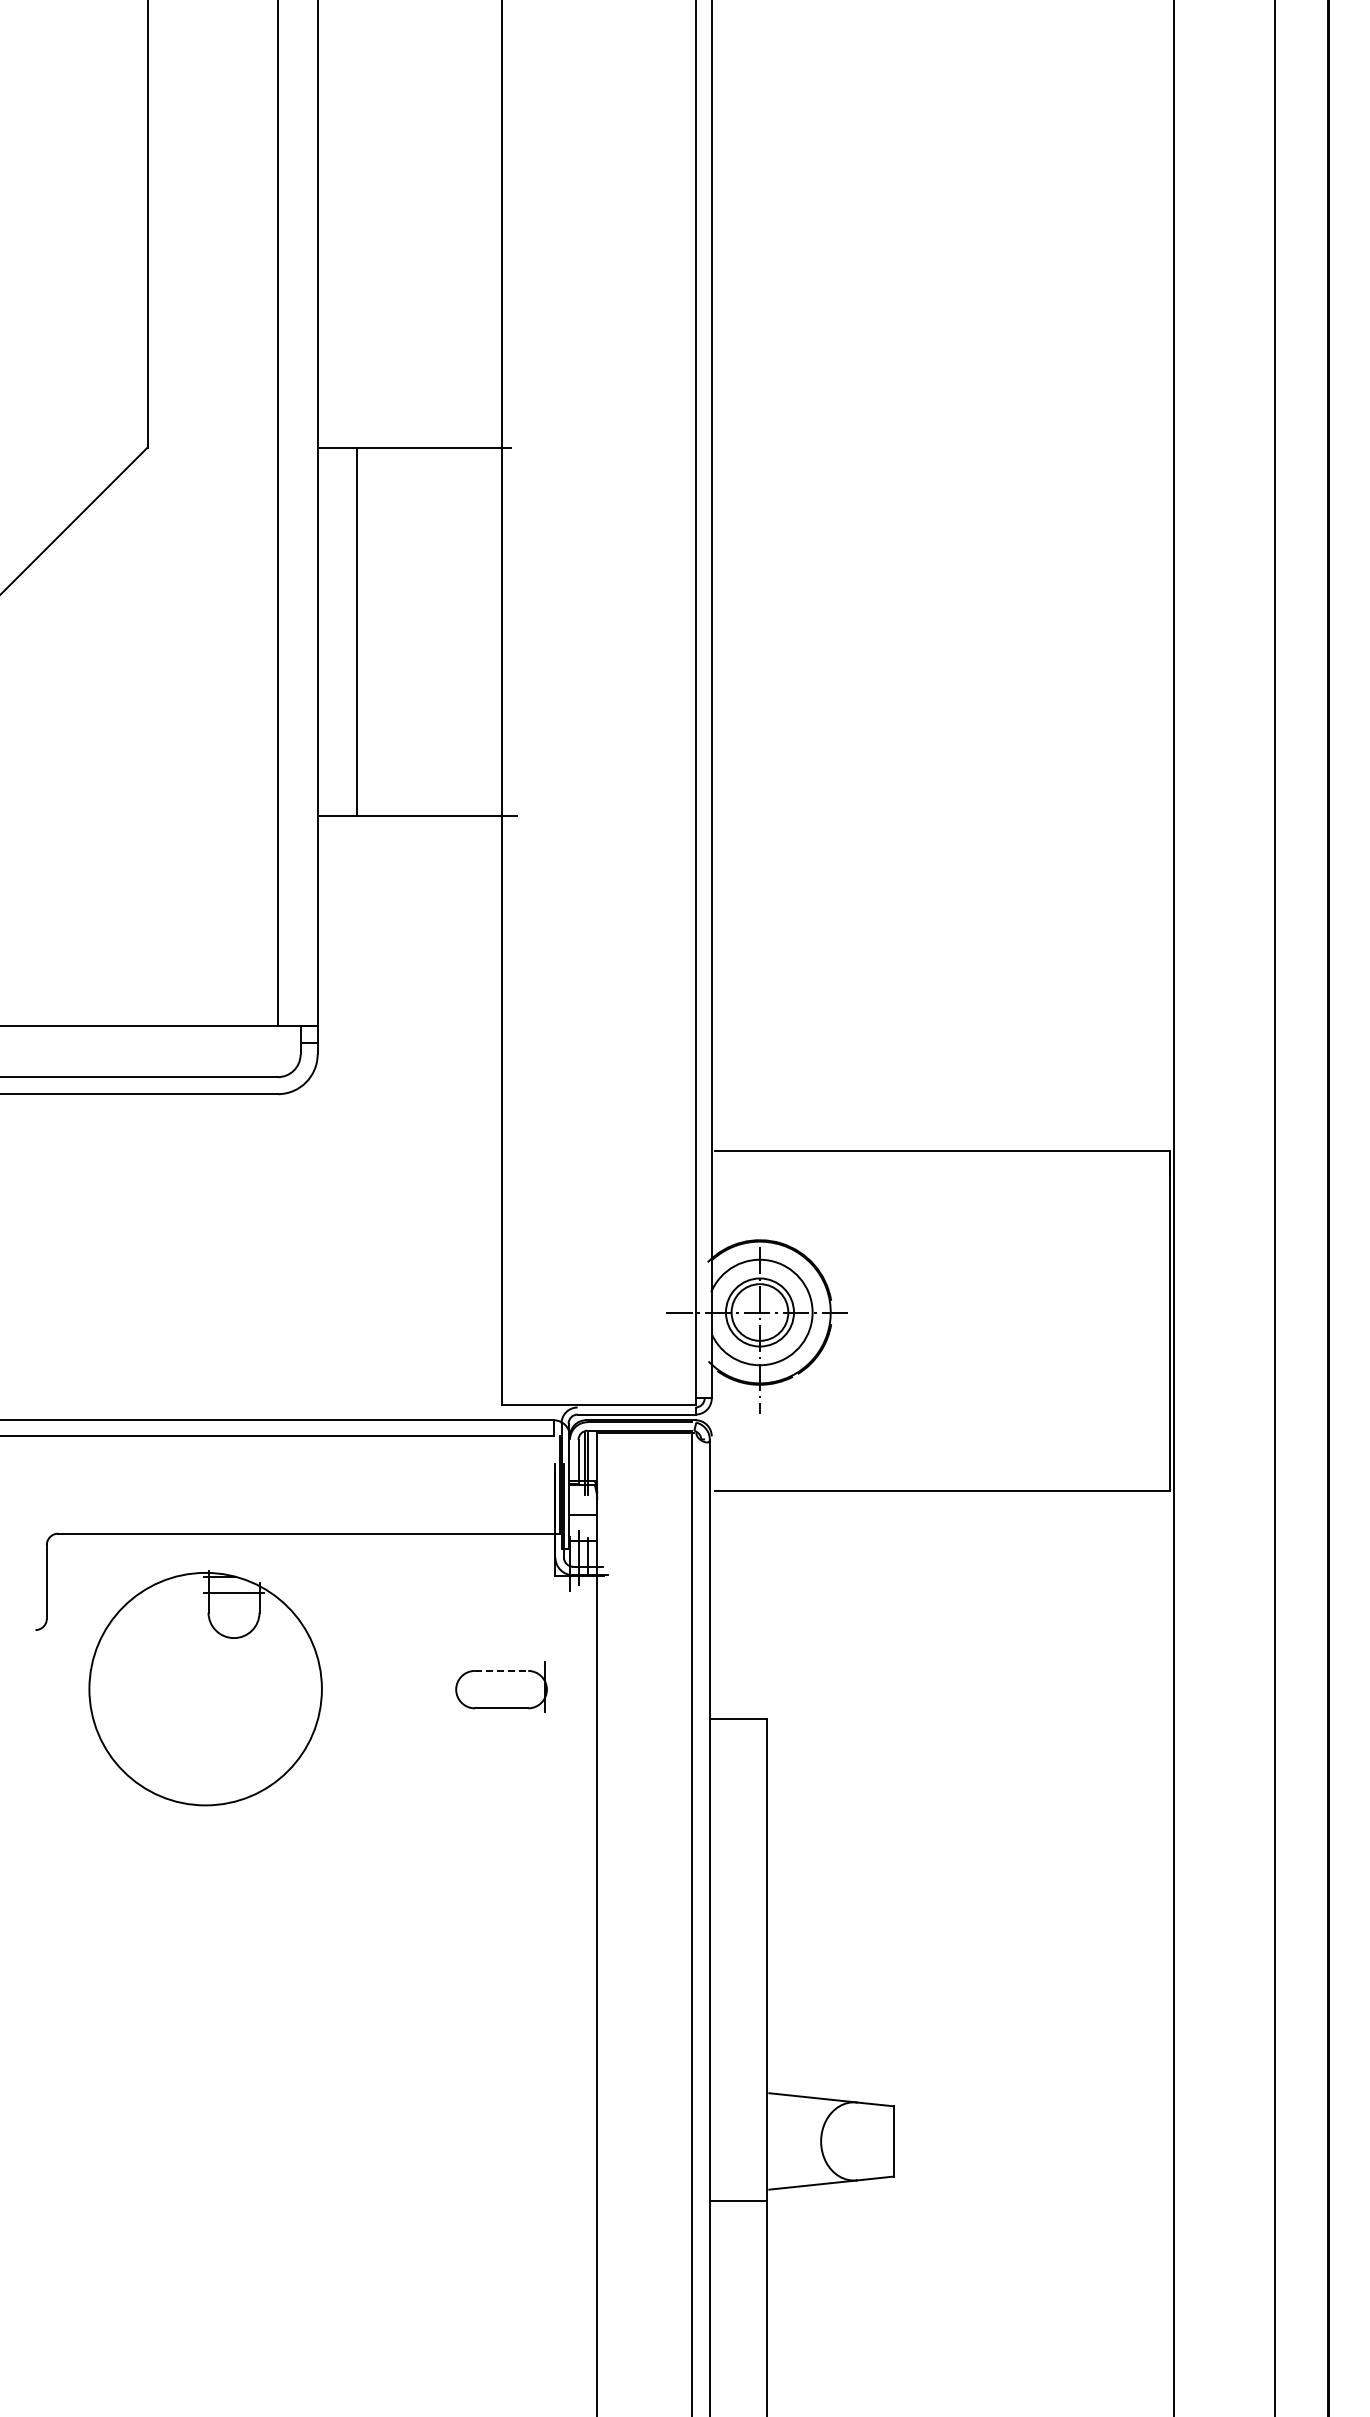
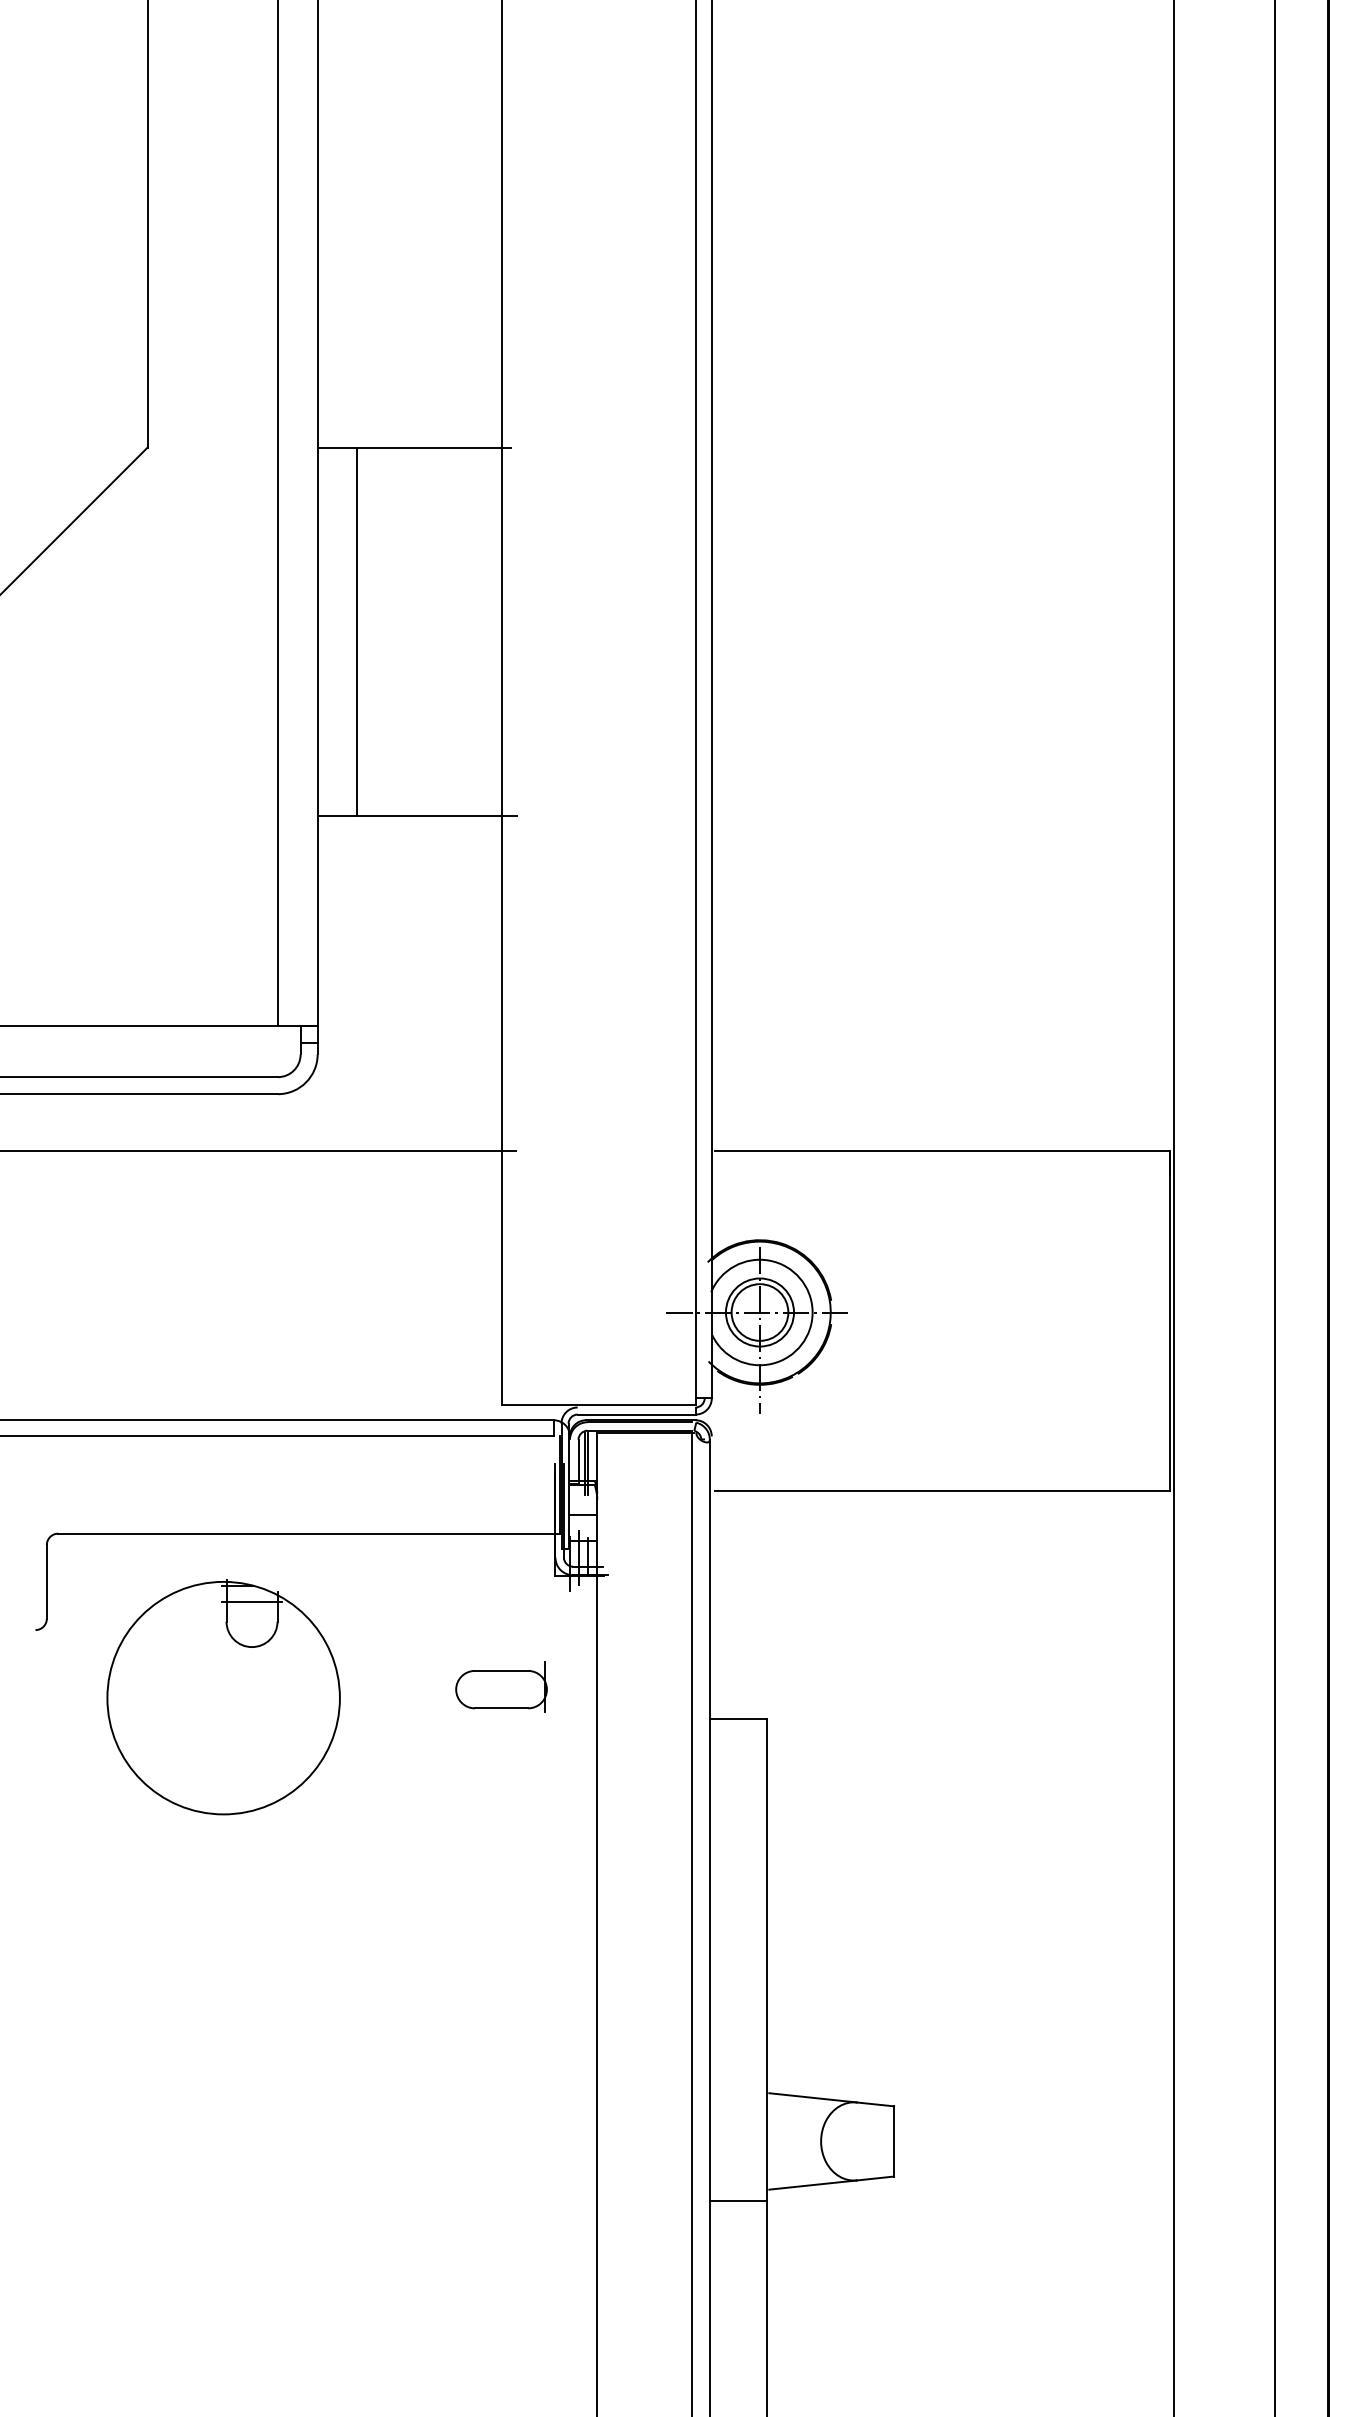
line at (258, 1150): none -> present
line at (501, 1670): dashed -> solid
part at (205, 1688) position: (205, 1688) -> (223, 1697)
